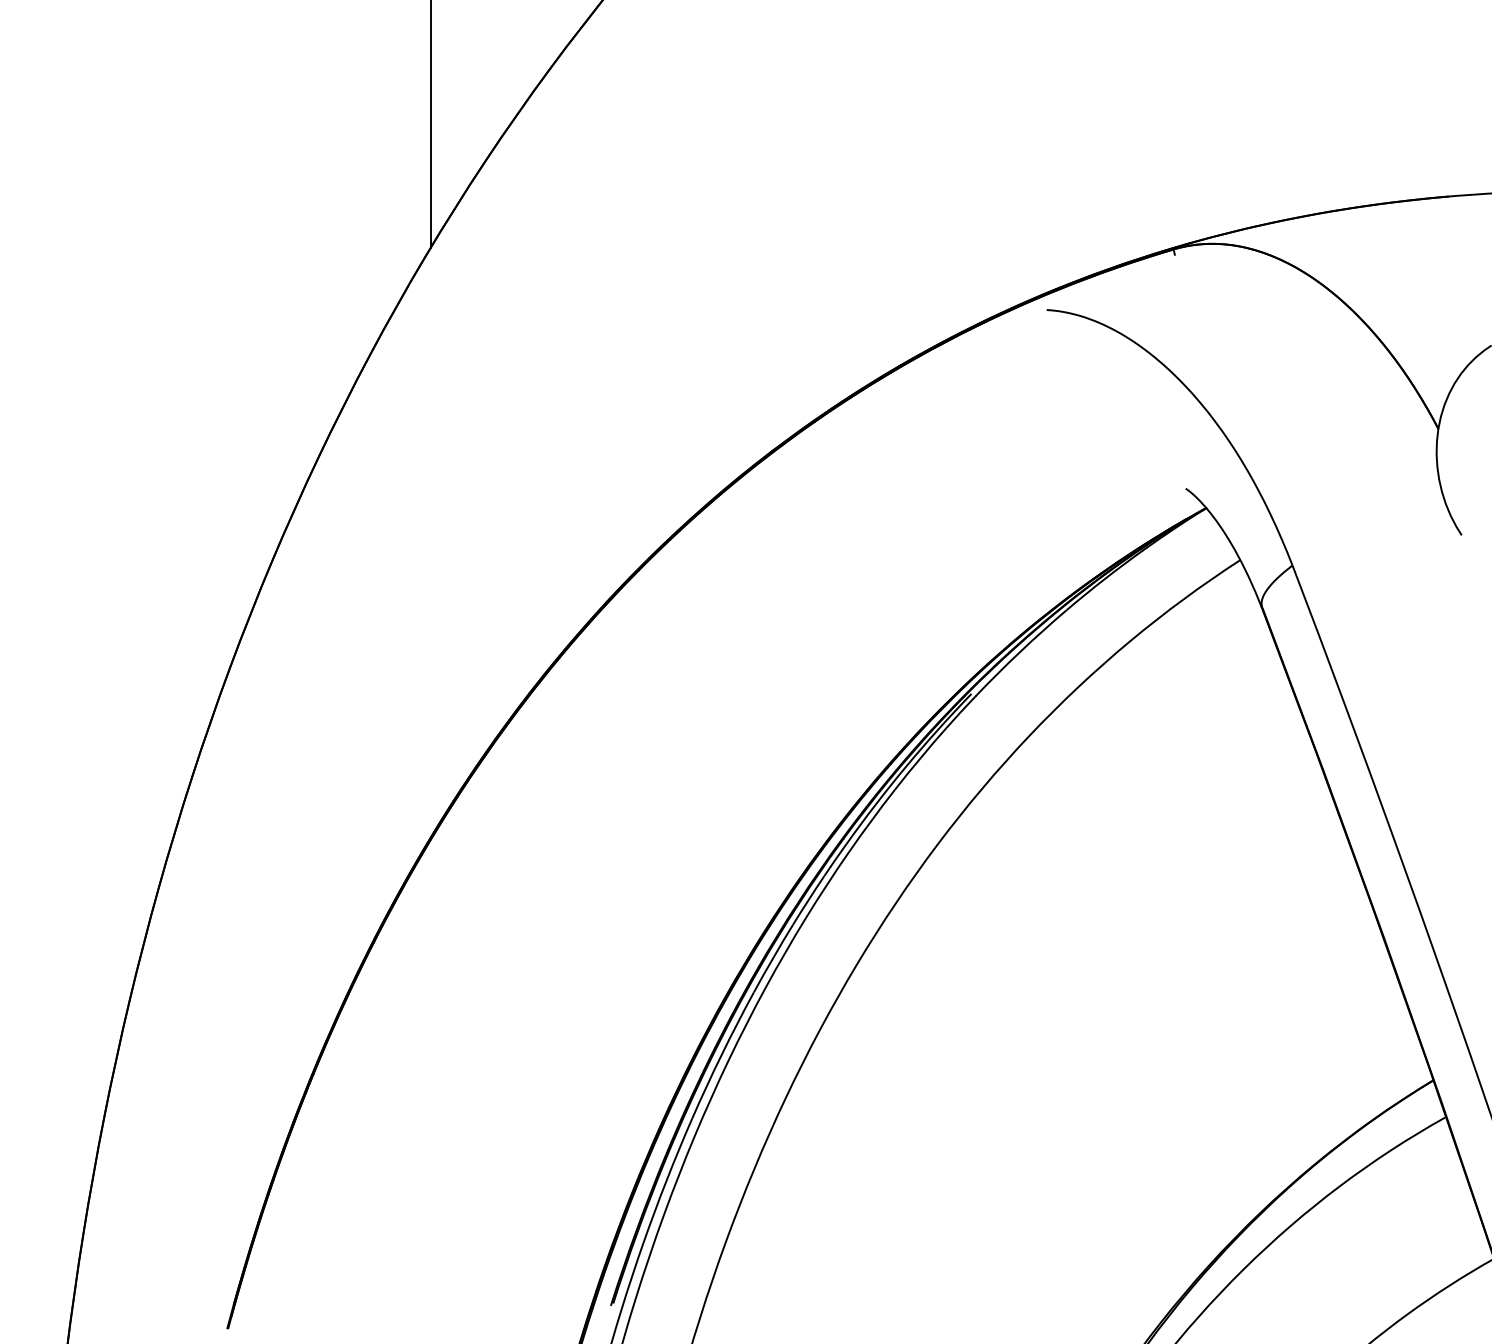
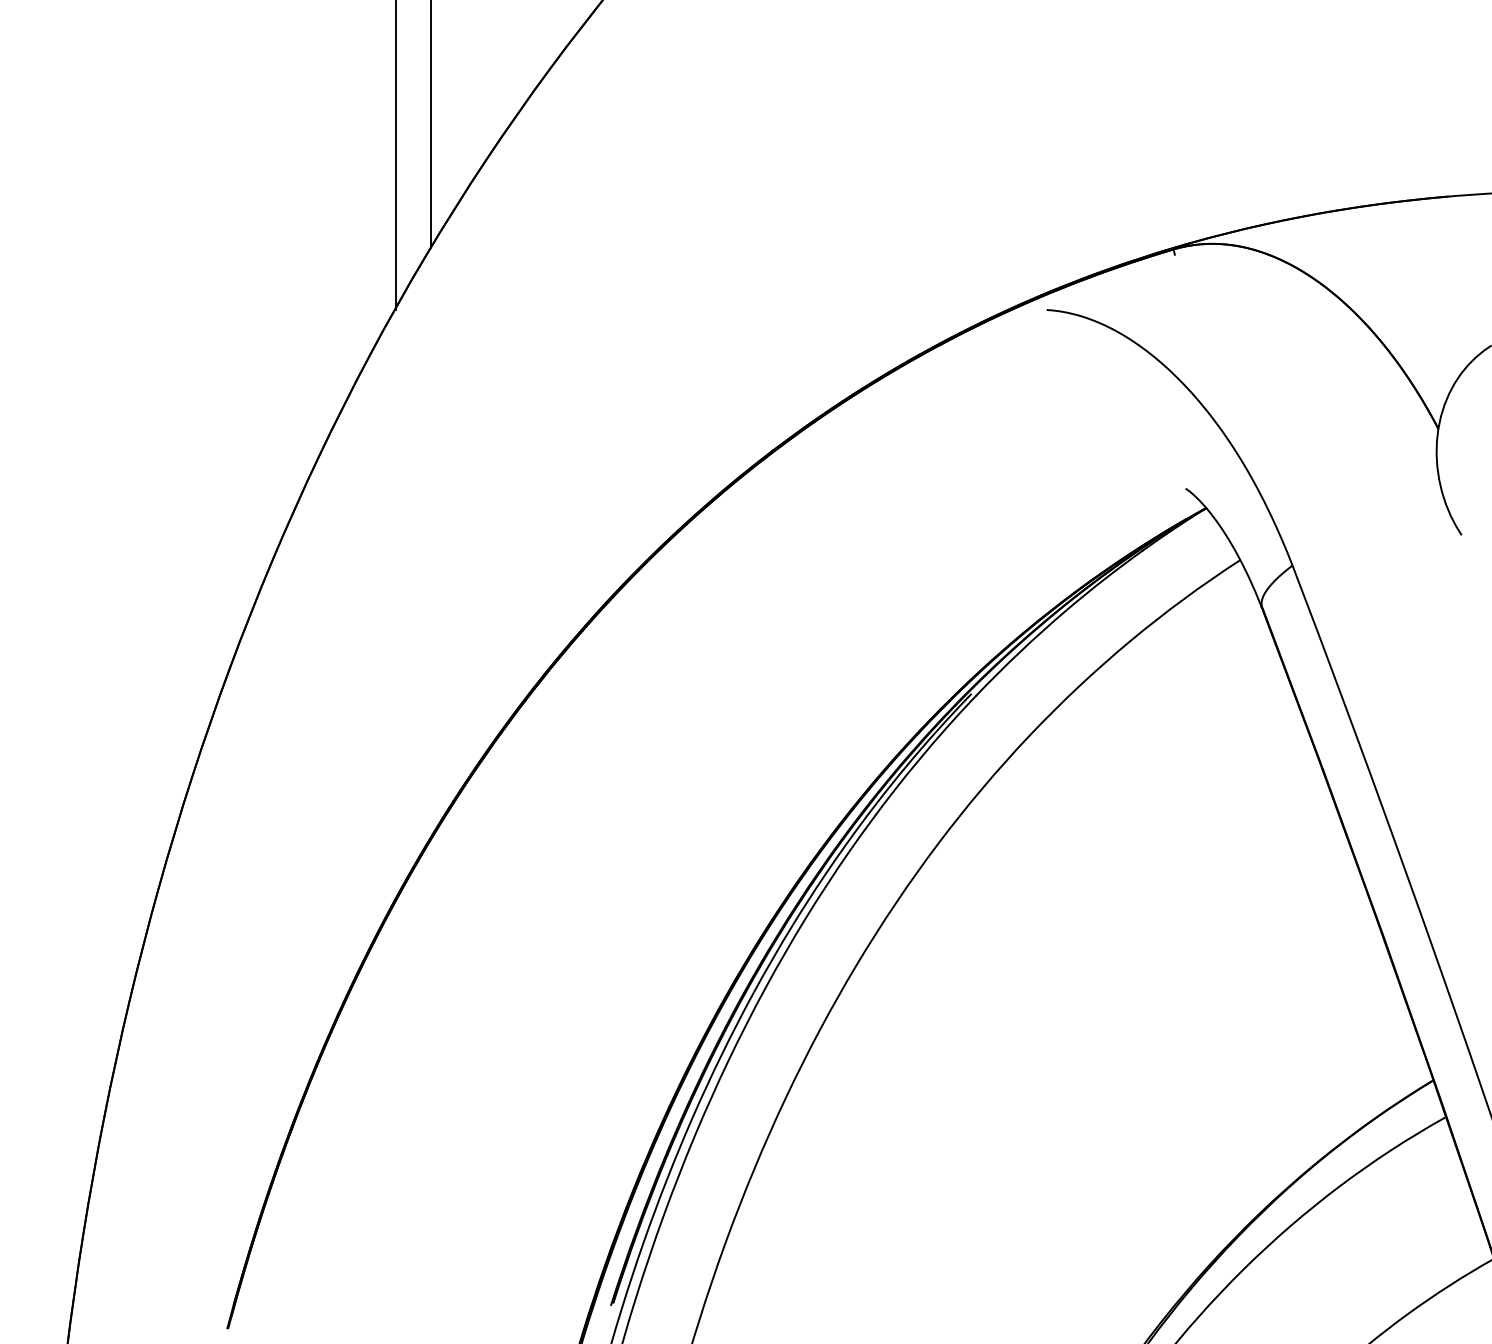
line at (395, 155): none -> present
